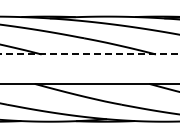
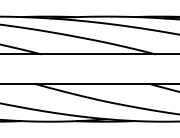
line at (89, 54): dashed -> solid
